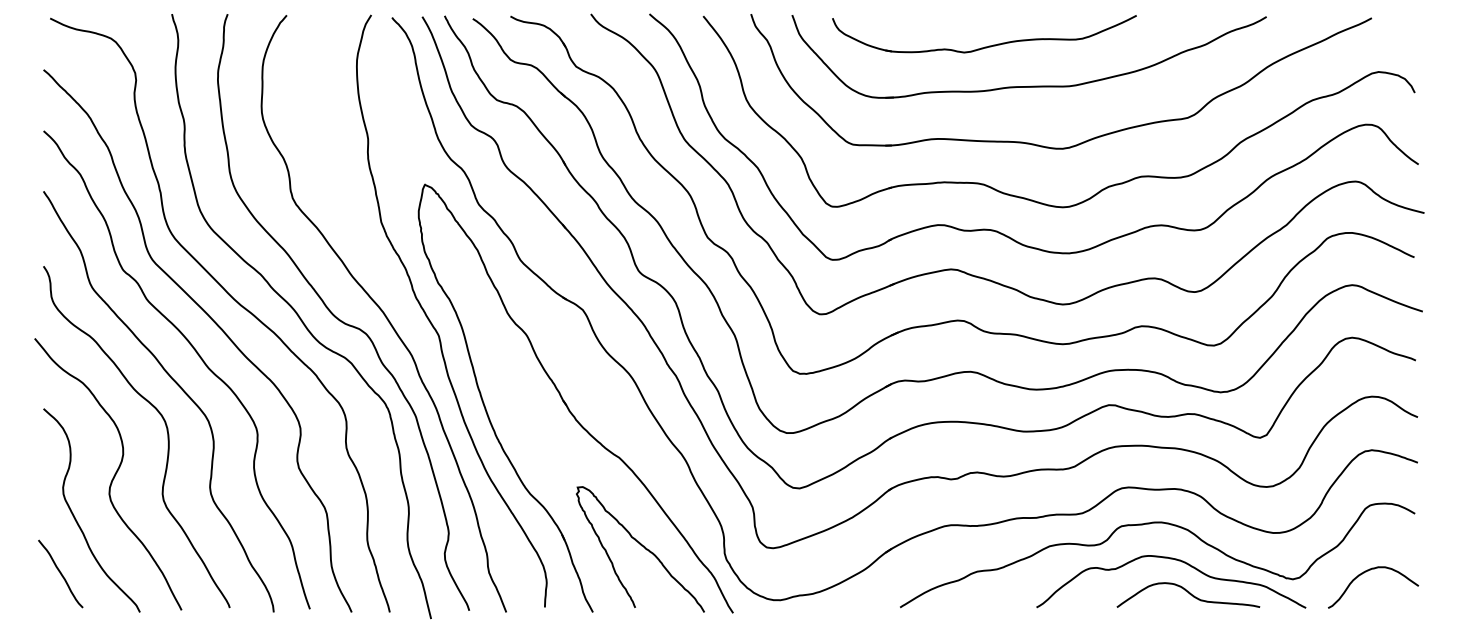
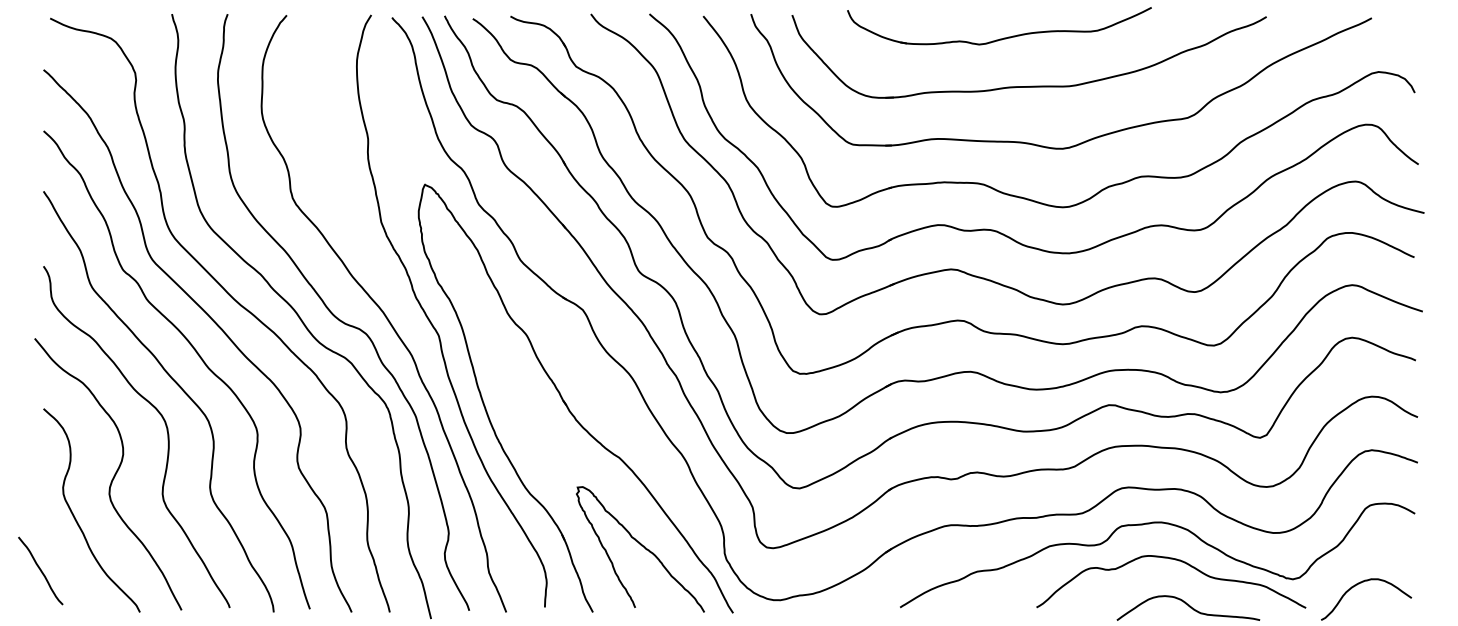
part at (984, 46) position: (984, 46) -> (999, 38)
curve at (1366, 572) position: (1366, 572) -> (1359, 584)
curve at (60, 573) position: (60, 573) -> (40, 570)
curve at (1188, 593) position: (1188, 593) -> (1188, 606)
